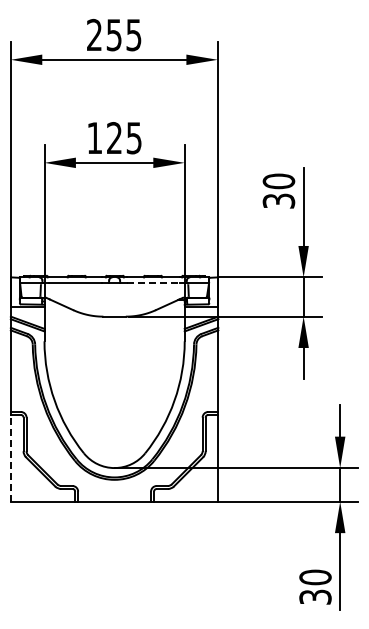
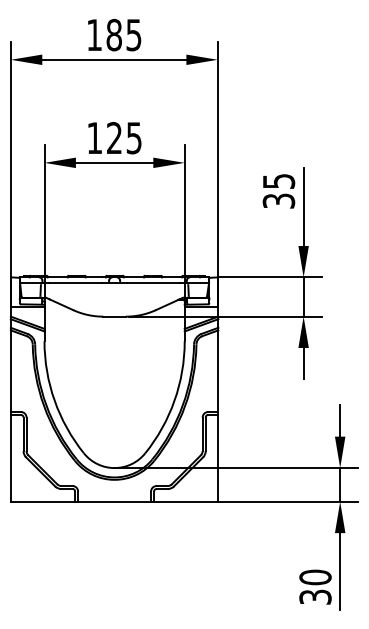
text at (104, 34): 255 -> 185
text at (278, 181): 30 -> 35
line at (153, 283): dashed -> solid
line at (10, 457): dashed -> solid
